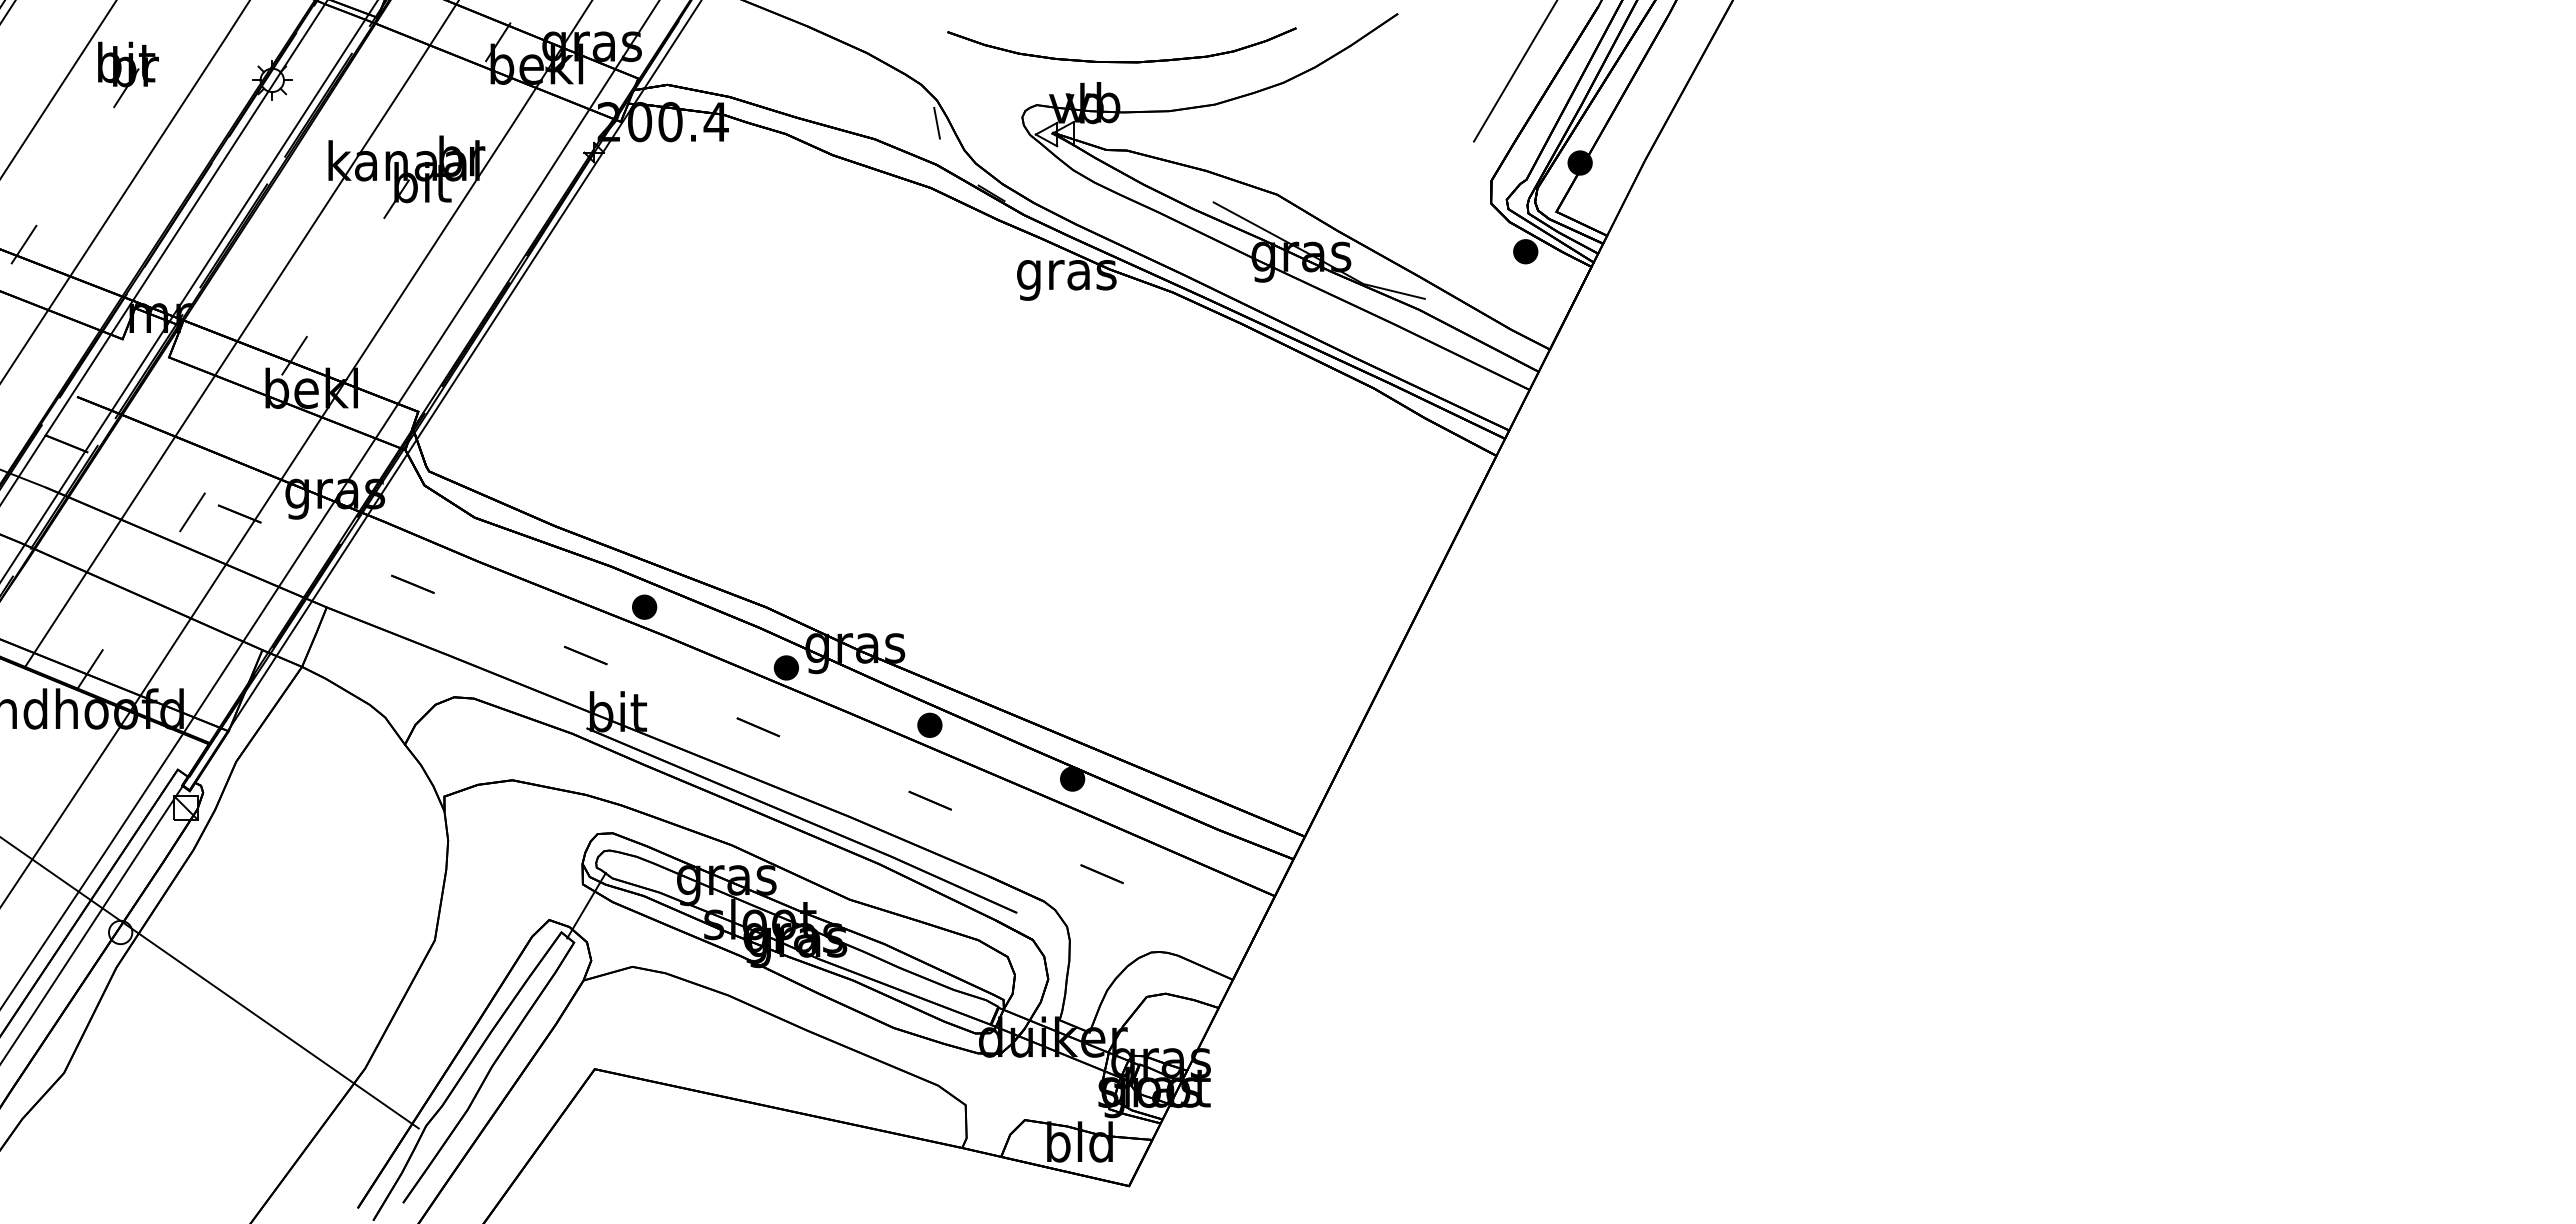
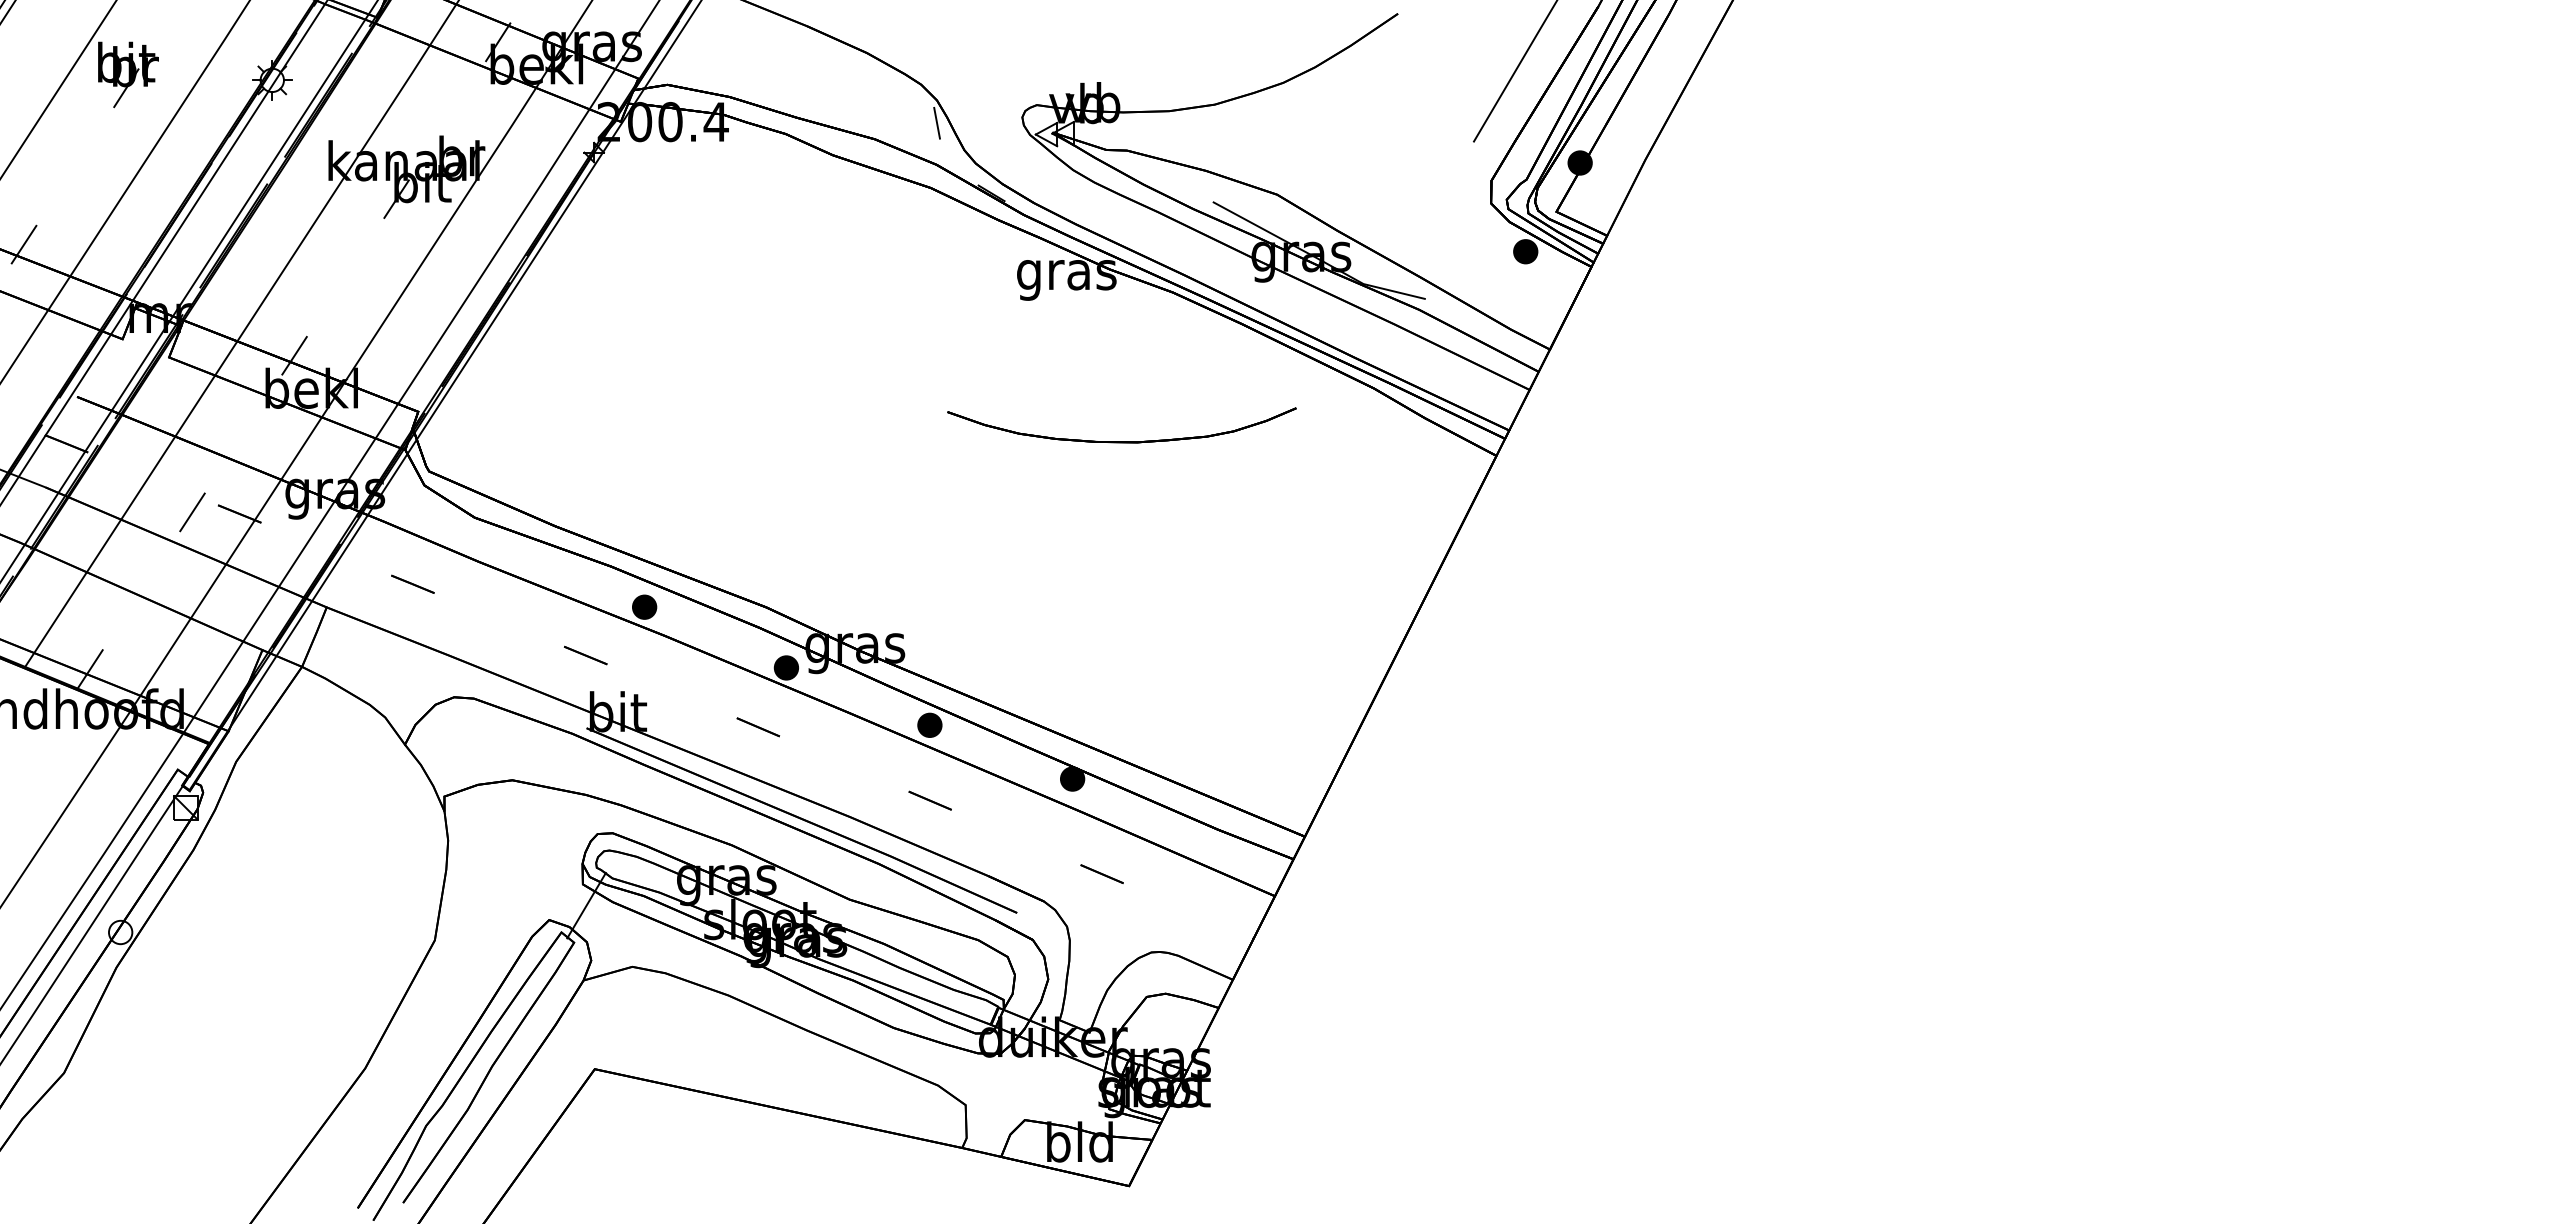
part at (1121, 61) position: (1121, 61) -> (1121, 441)
line at (210, 983): present -> none
